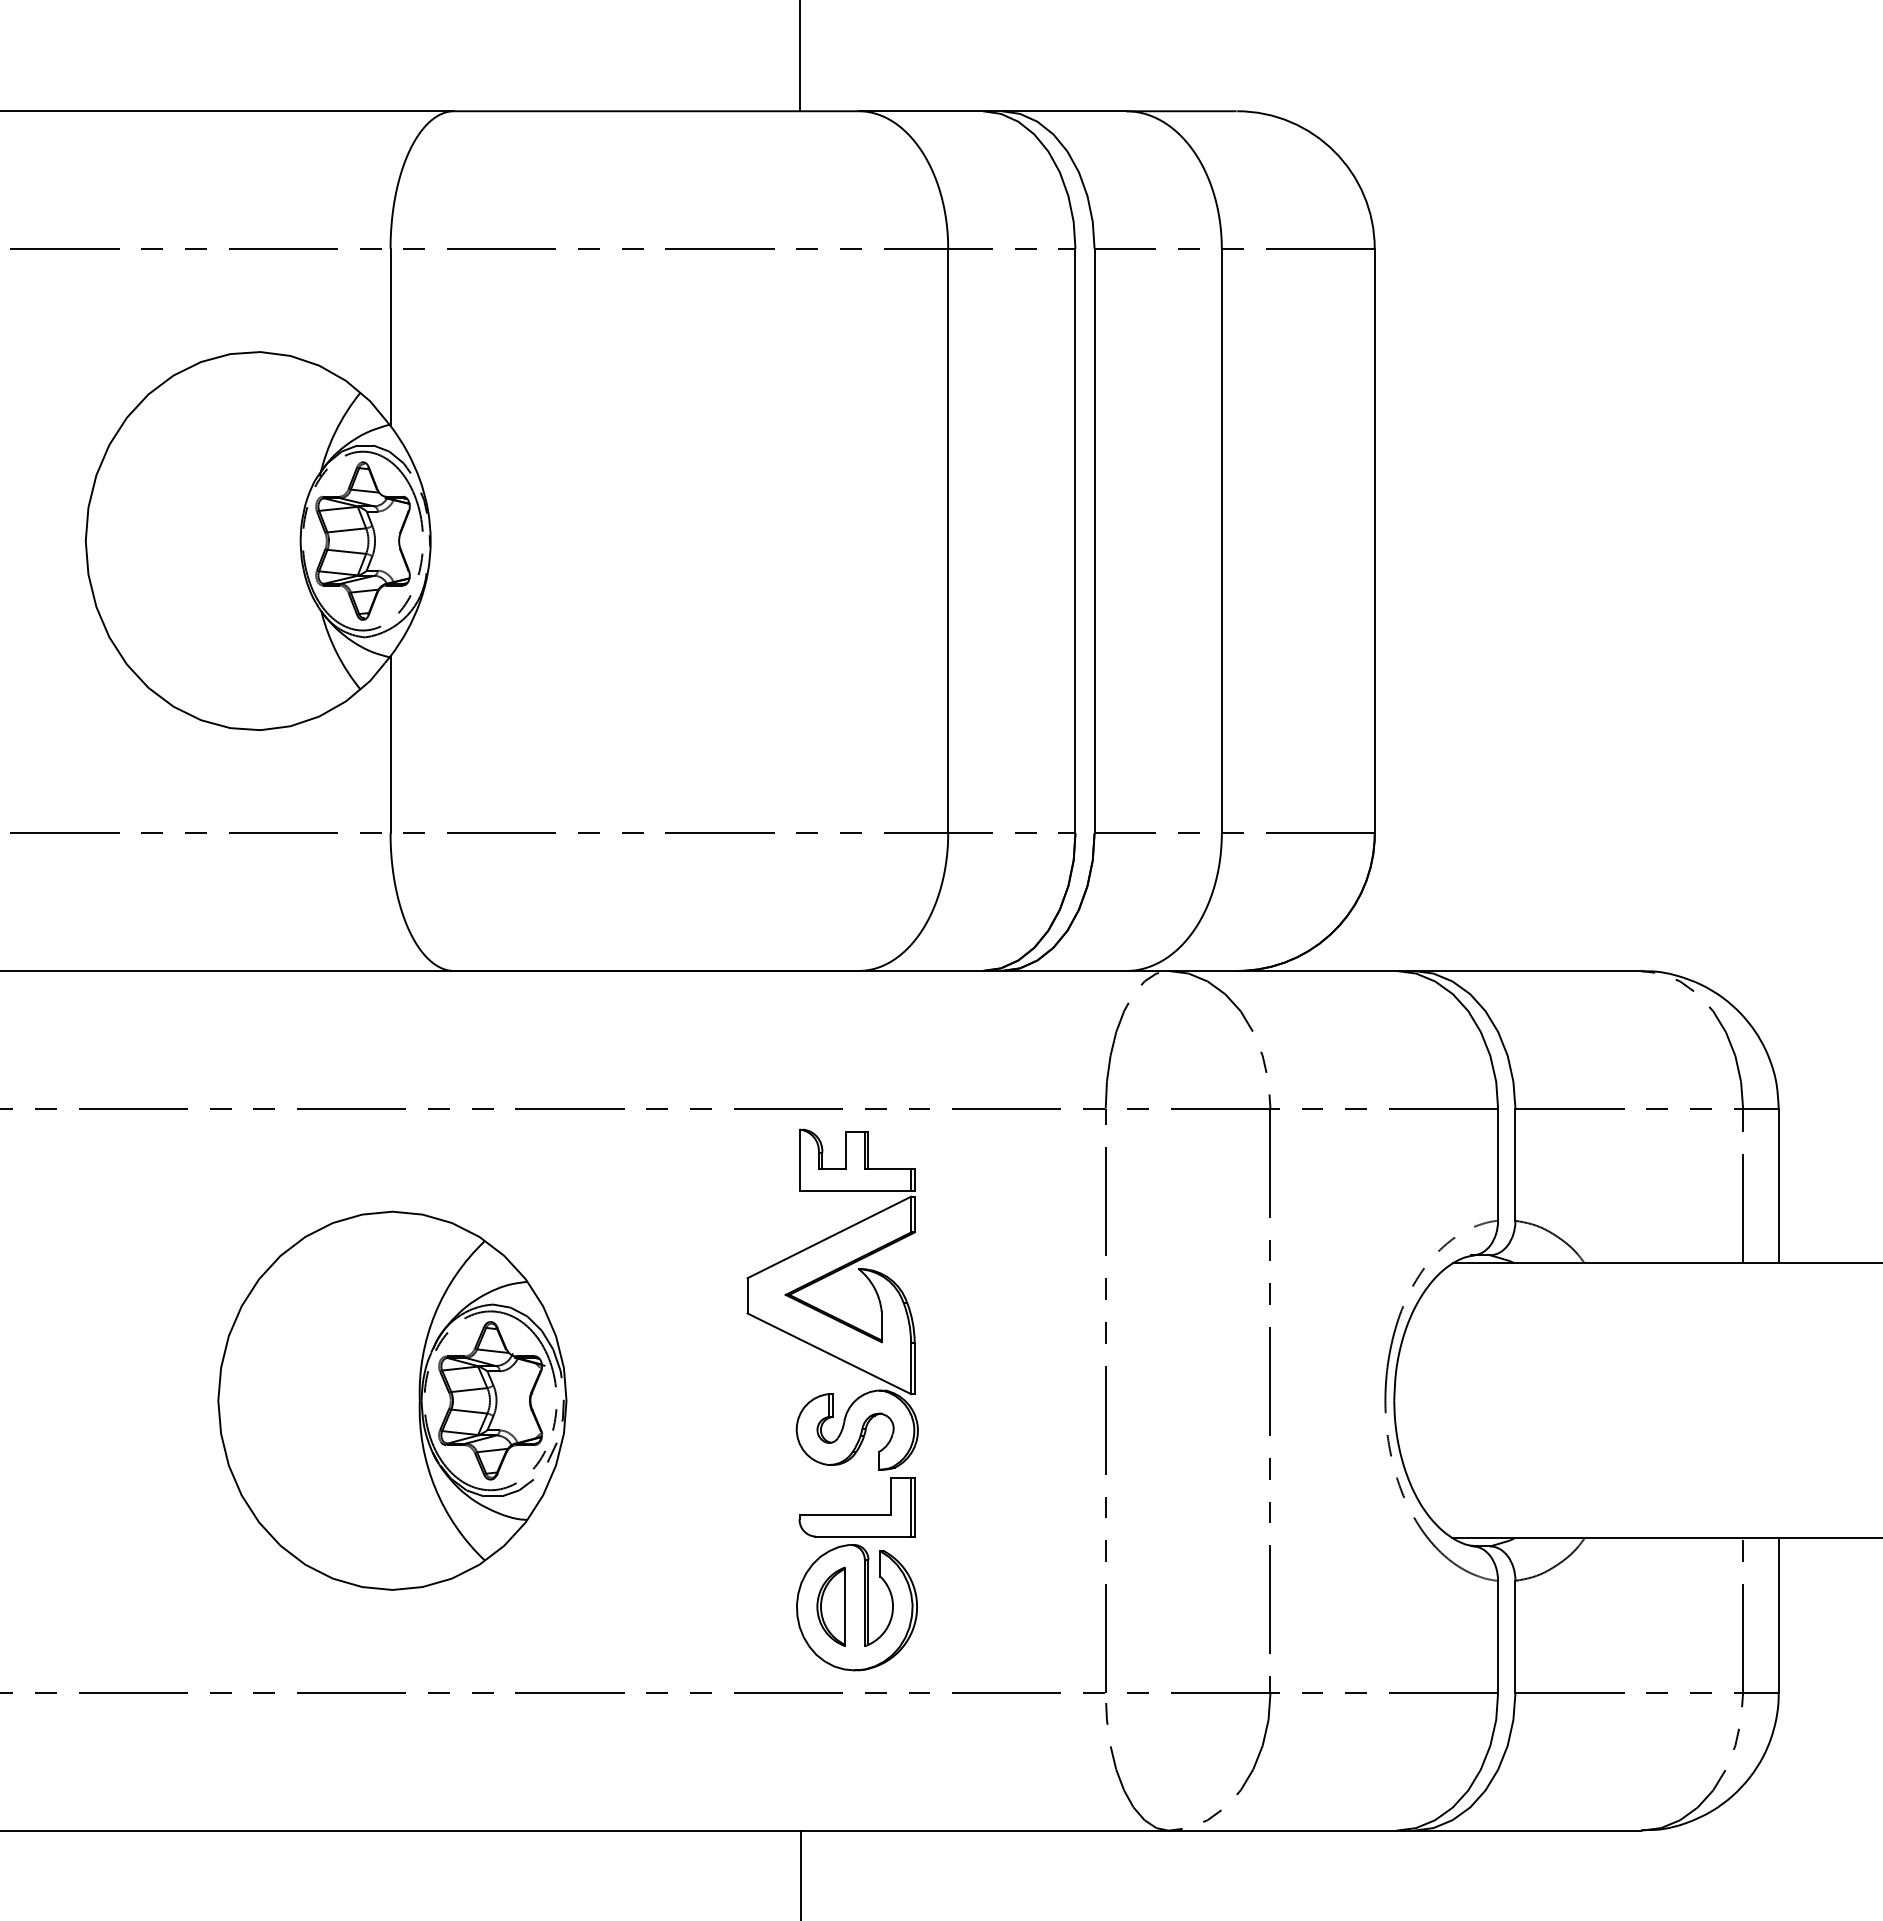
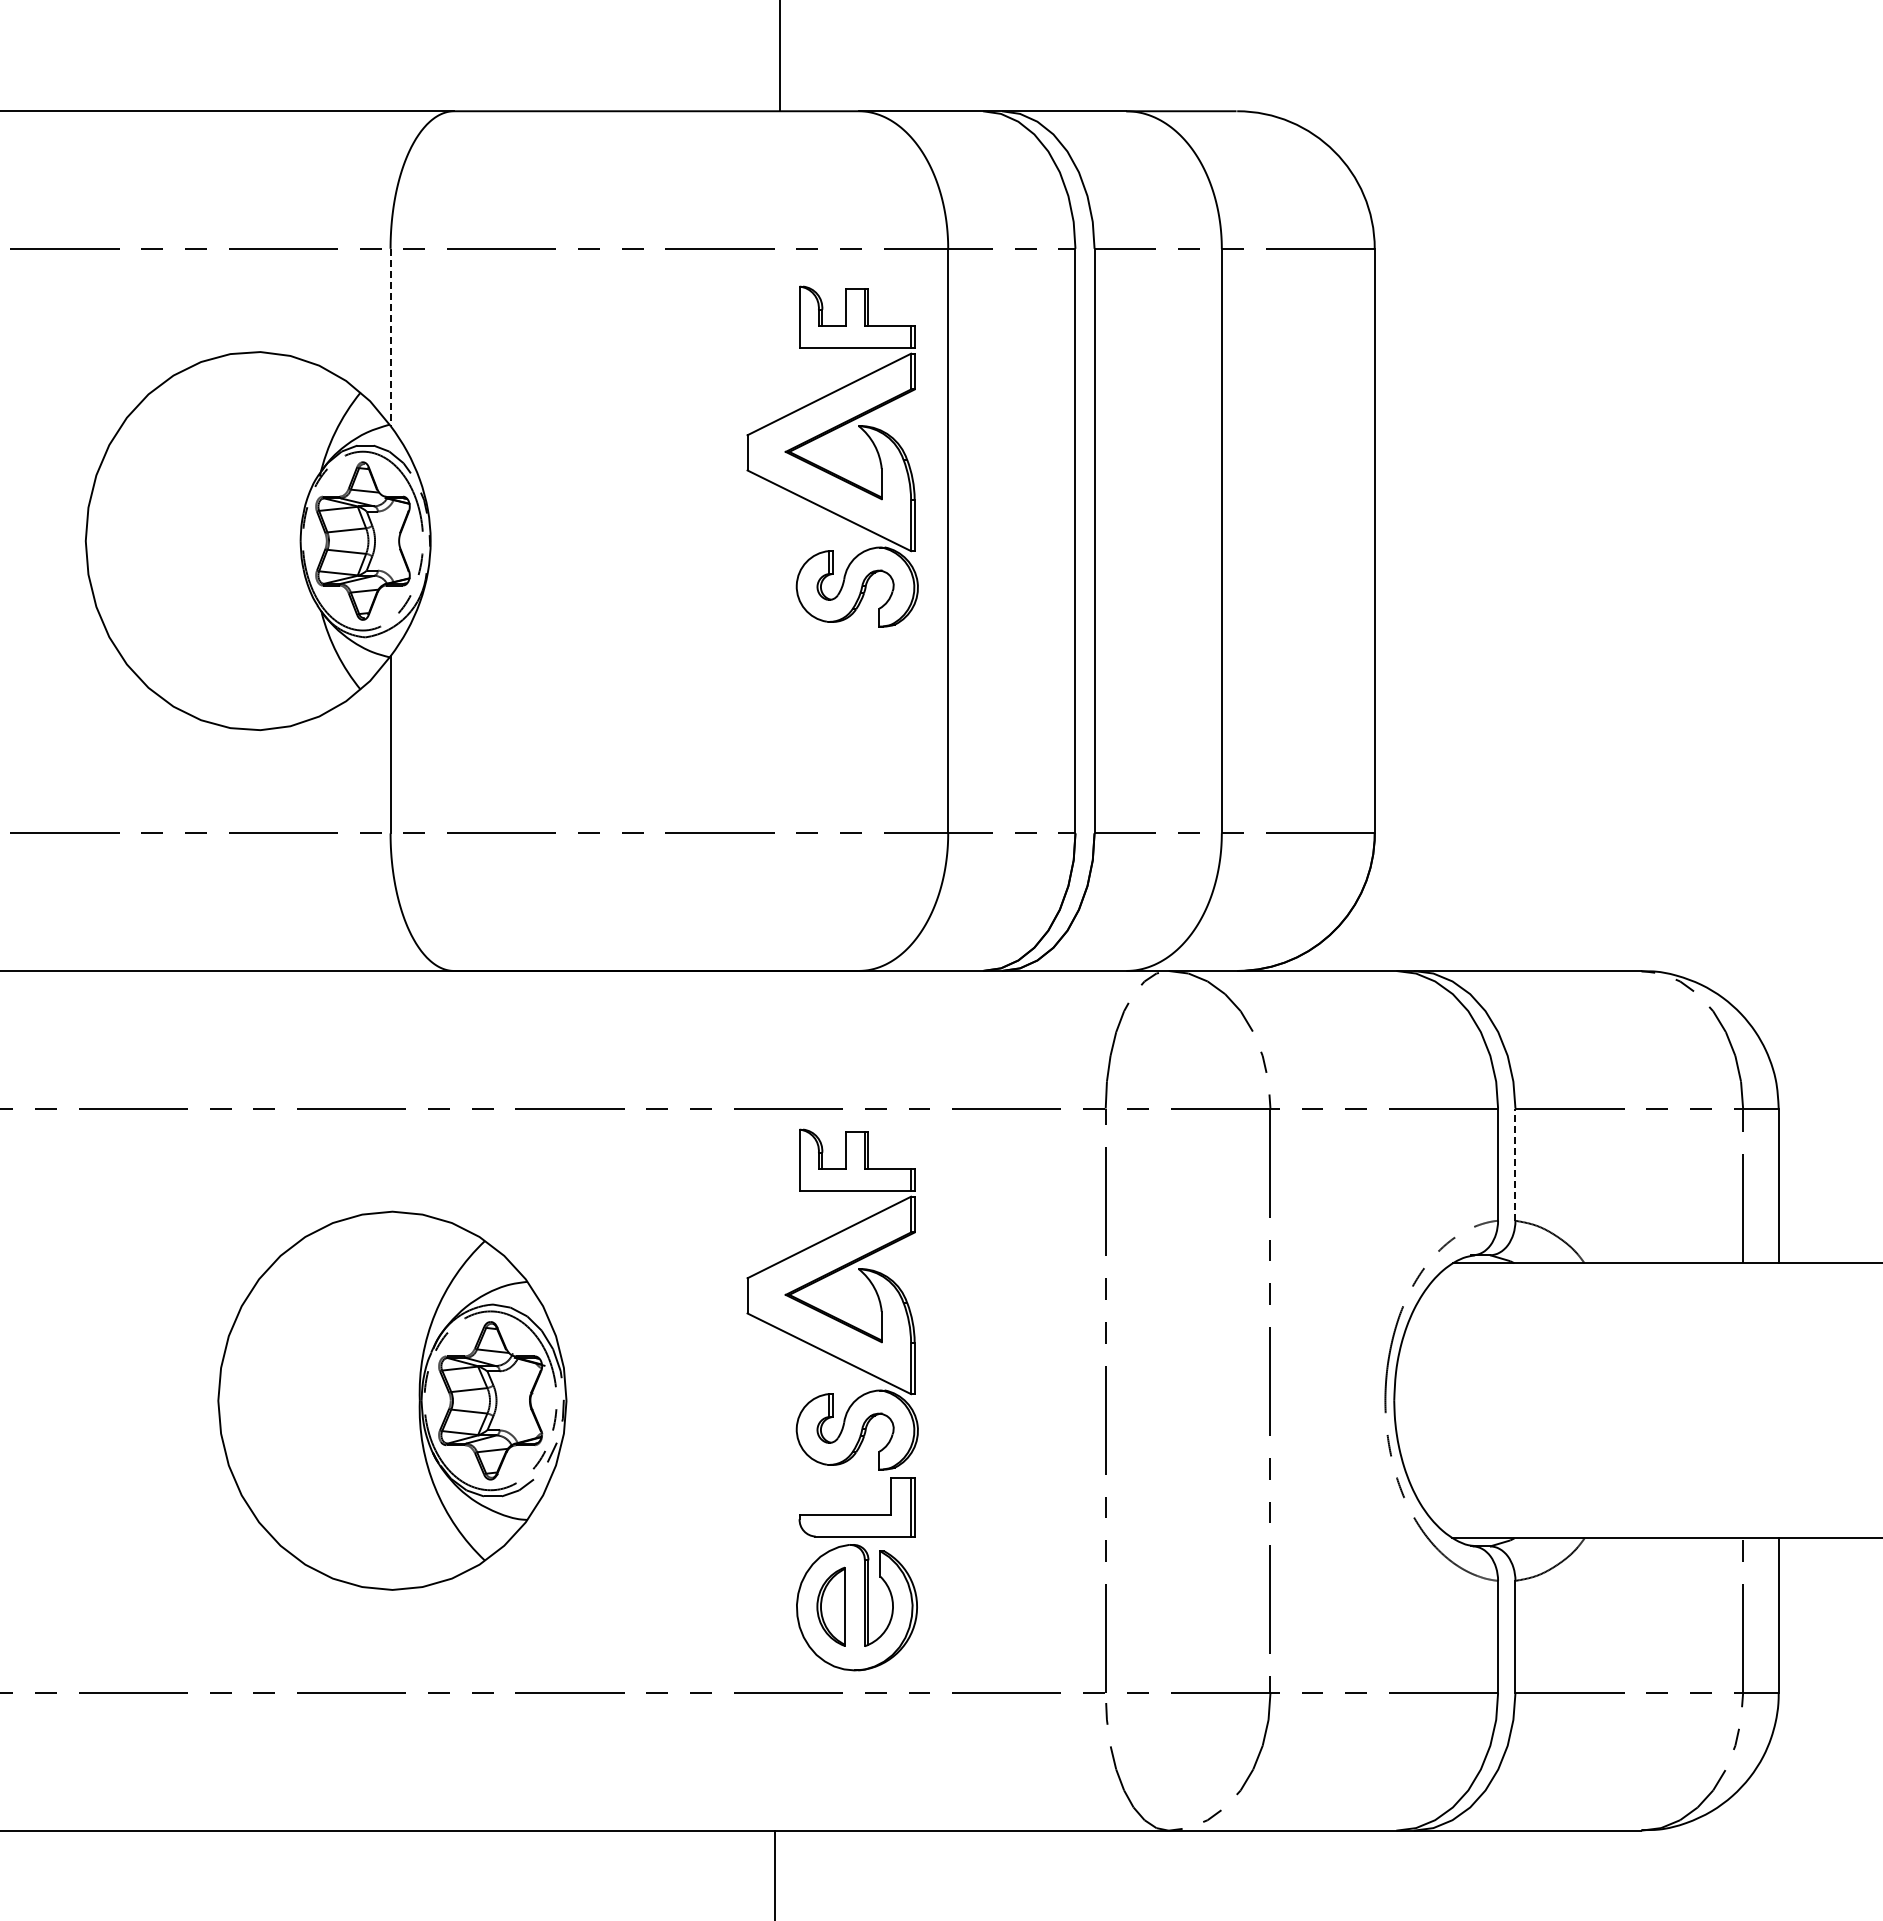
line at (800, 56) position: (800, 56) -> (780, 56)
line at (390, 337): solid -> dashed
part at (825, 468): none -> present
line at (1515, 1164): solid -> dashed
line at (800, 1873) position: (800, 1873) -> (774, 1873)
